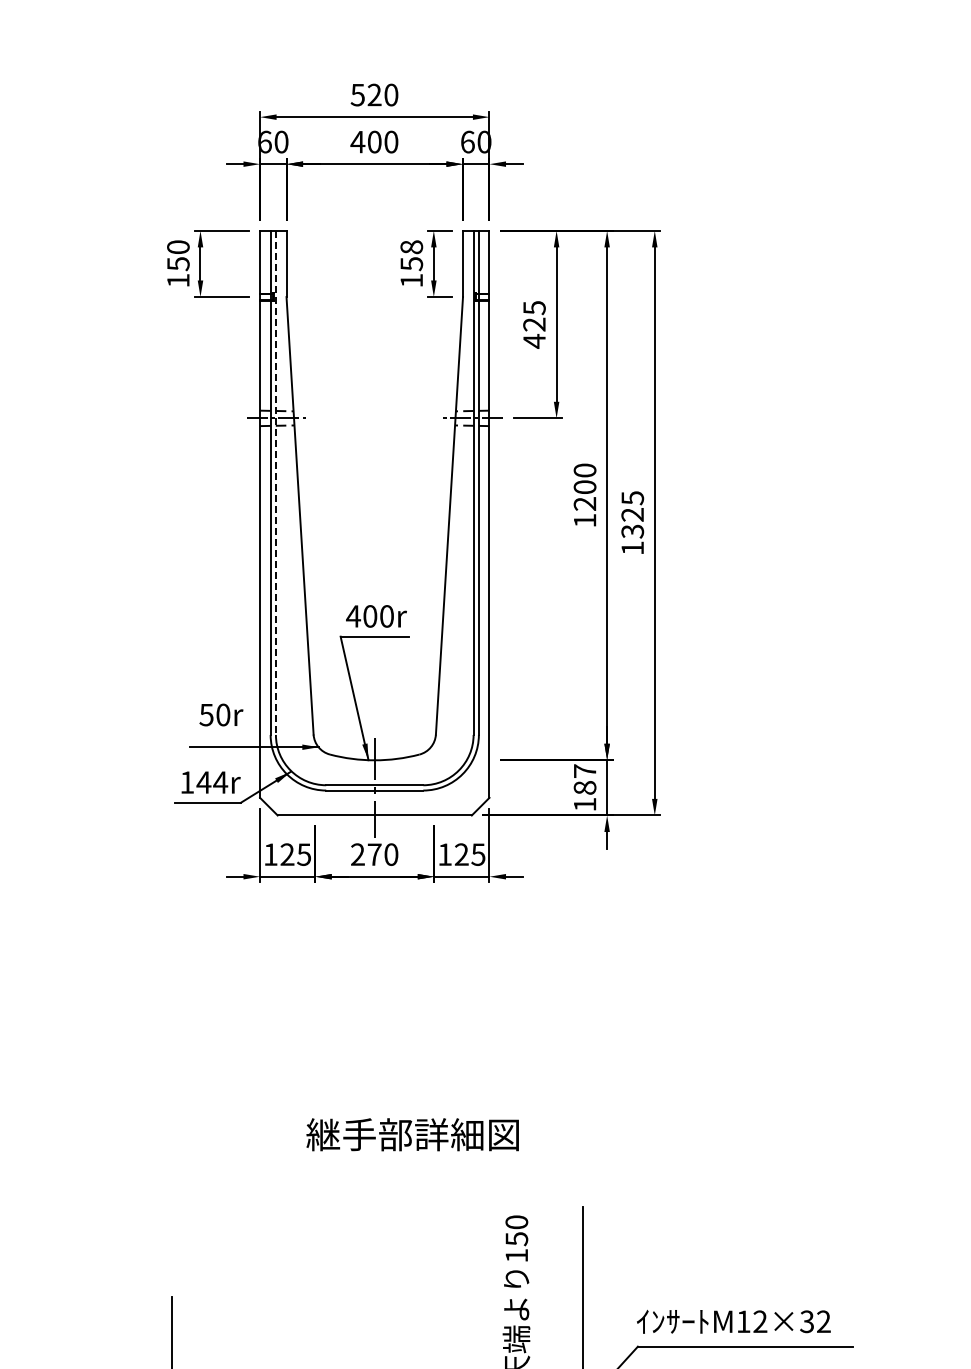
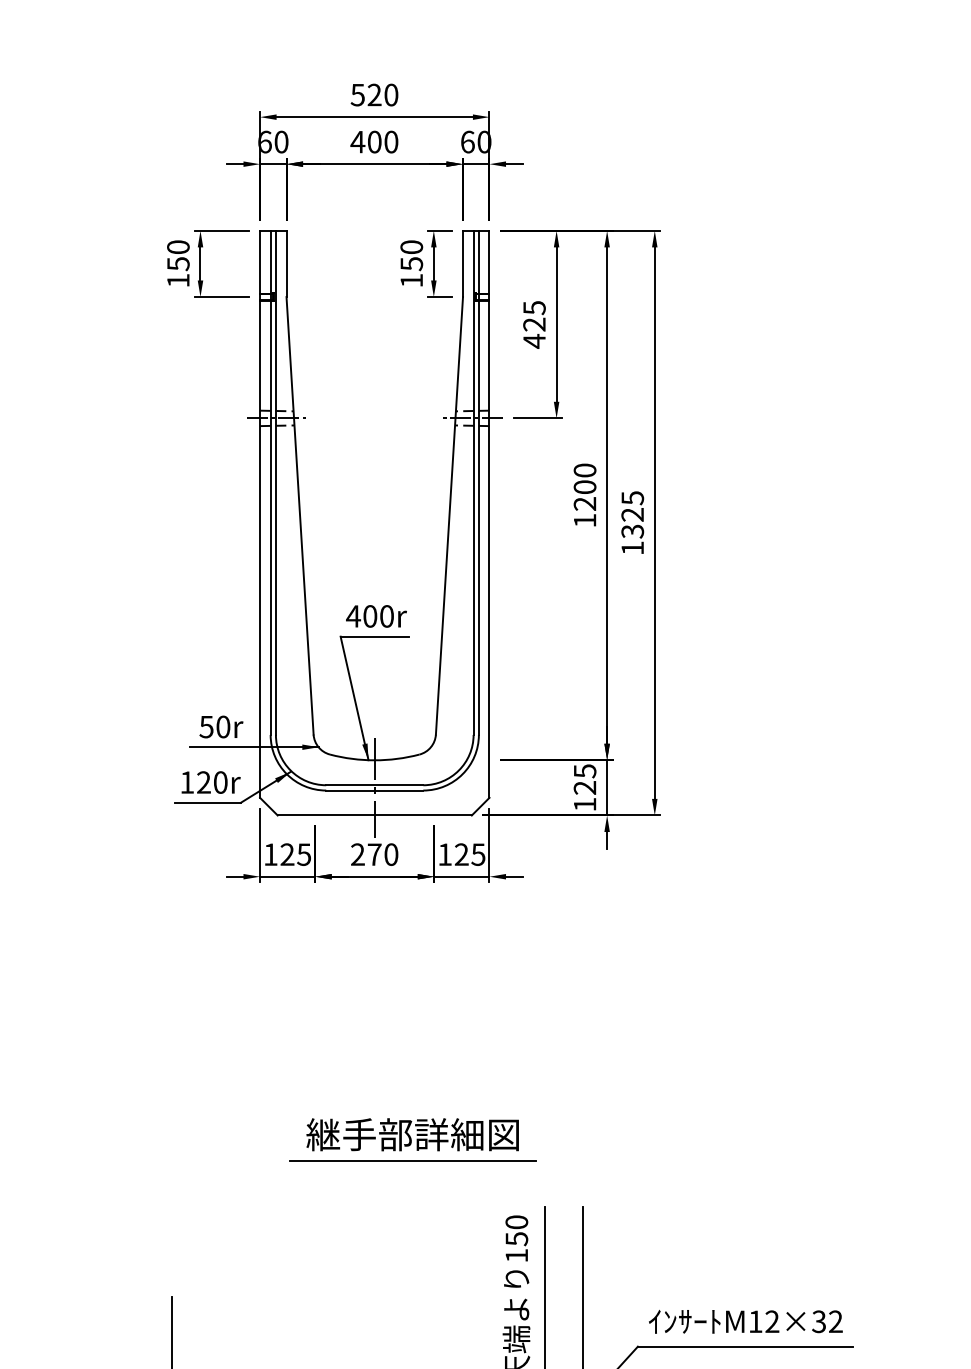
text at (411, 247): 158 -> 150
line at (275, 483): dashed -> solid
text at (221, 714) position: (221, 714) -> (221, 726)
text at (584, 779): 187 -> 125
text at (212, 782): 144r -> 120r
line at (412, 1161): none -> present
line at (545, 1285): none -> present
text at (733, 1321) position: (733, 1321) -> (745, 1321)
